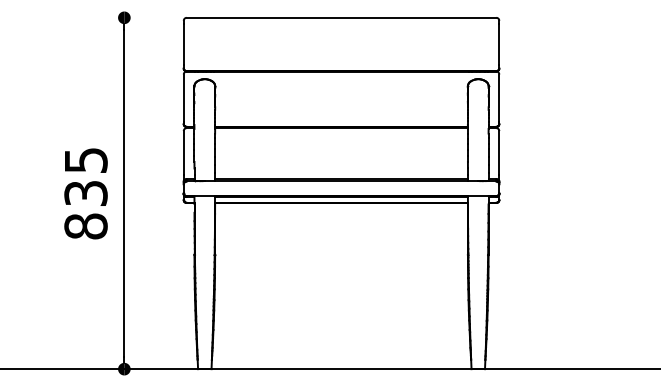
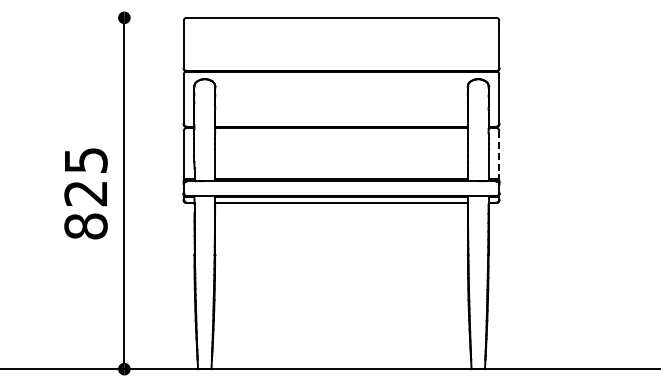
line at (499, 152): solid -> dashed
text at (85, 193): 835 -> 825
